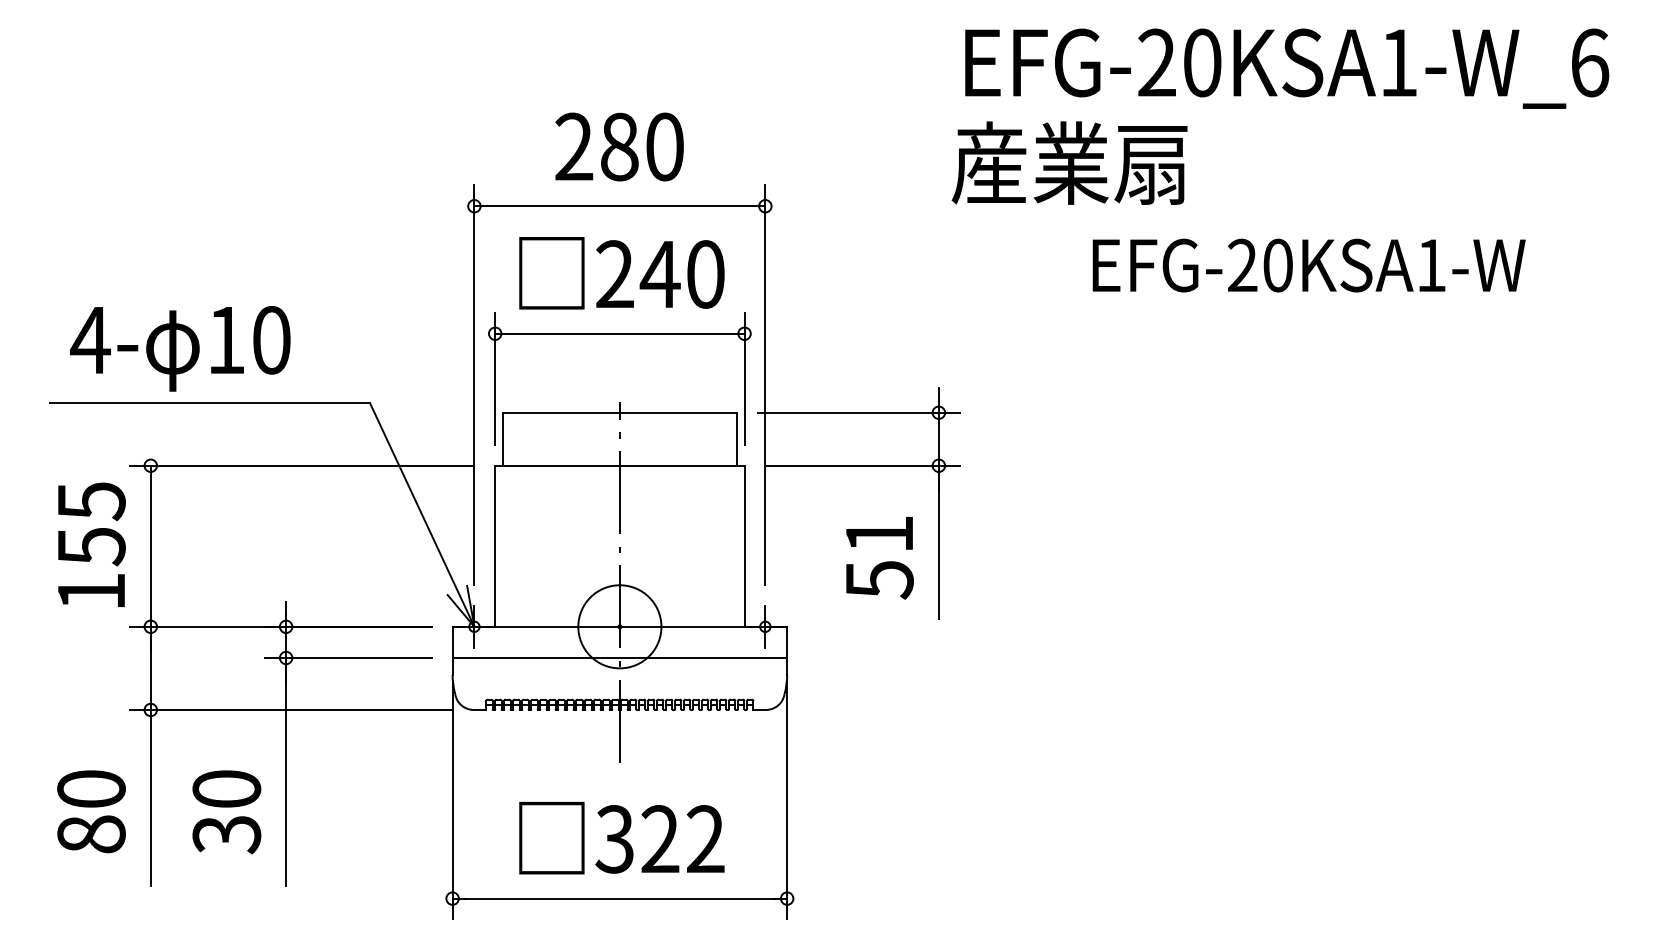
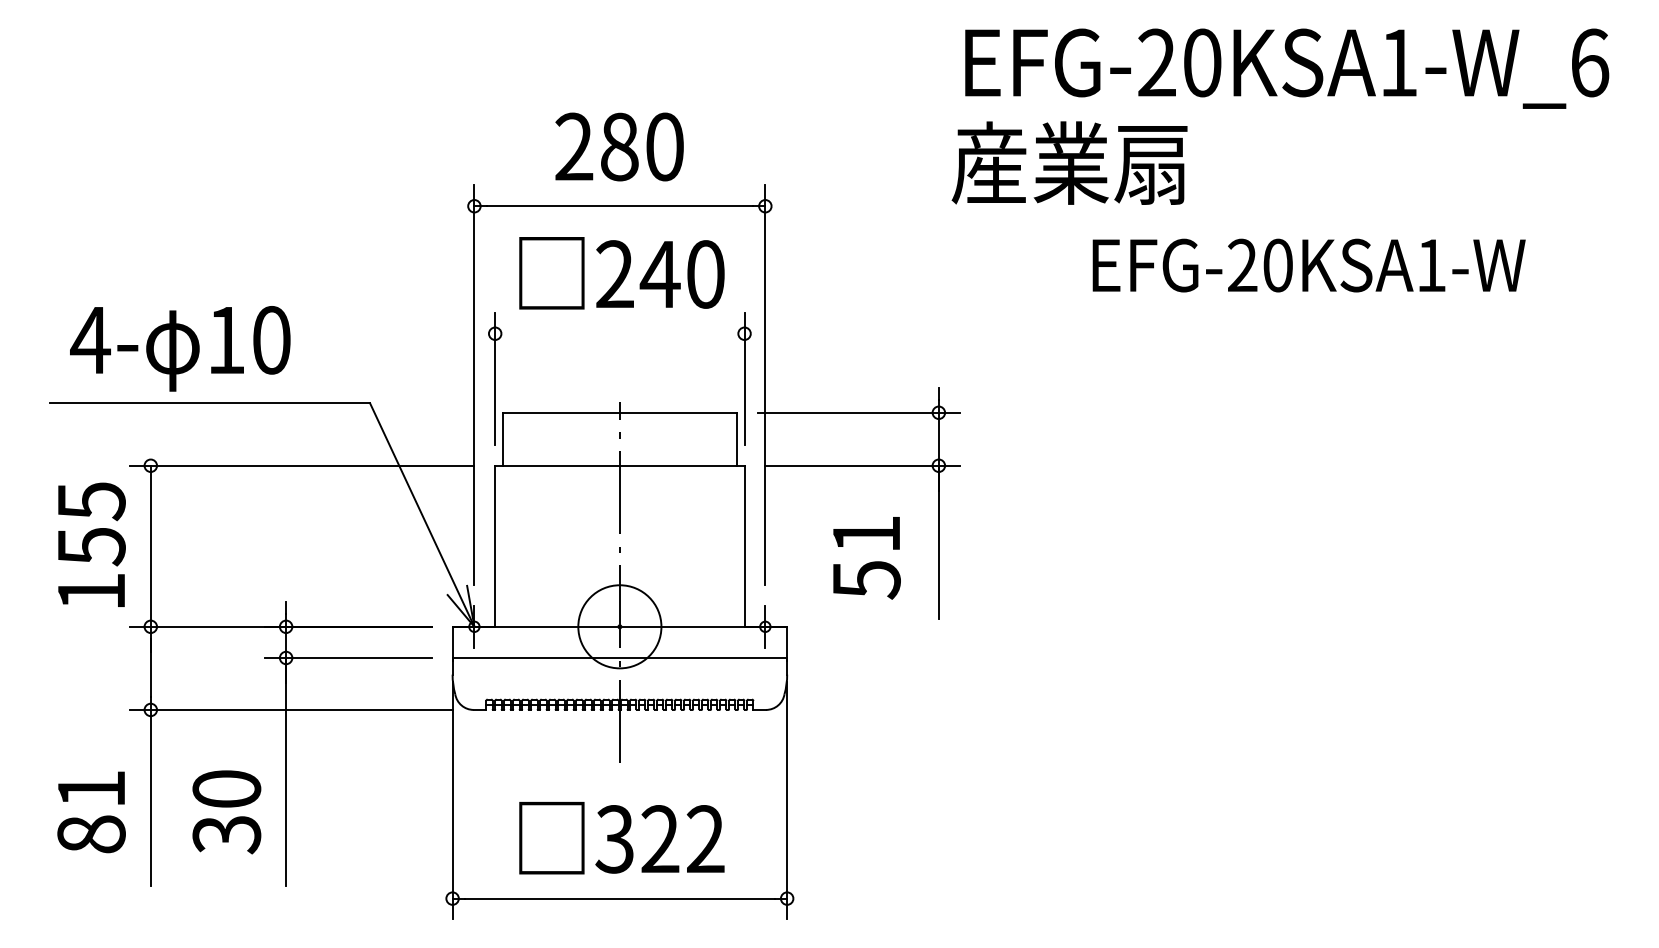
line at (619, 333): present -> none
text at (879, 558) position: (879, 558) -> (866, 558)
text at (91, 788): 80 -> 81
